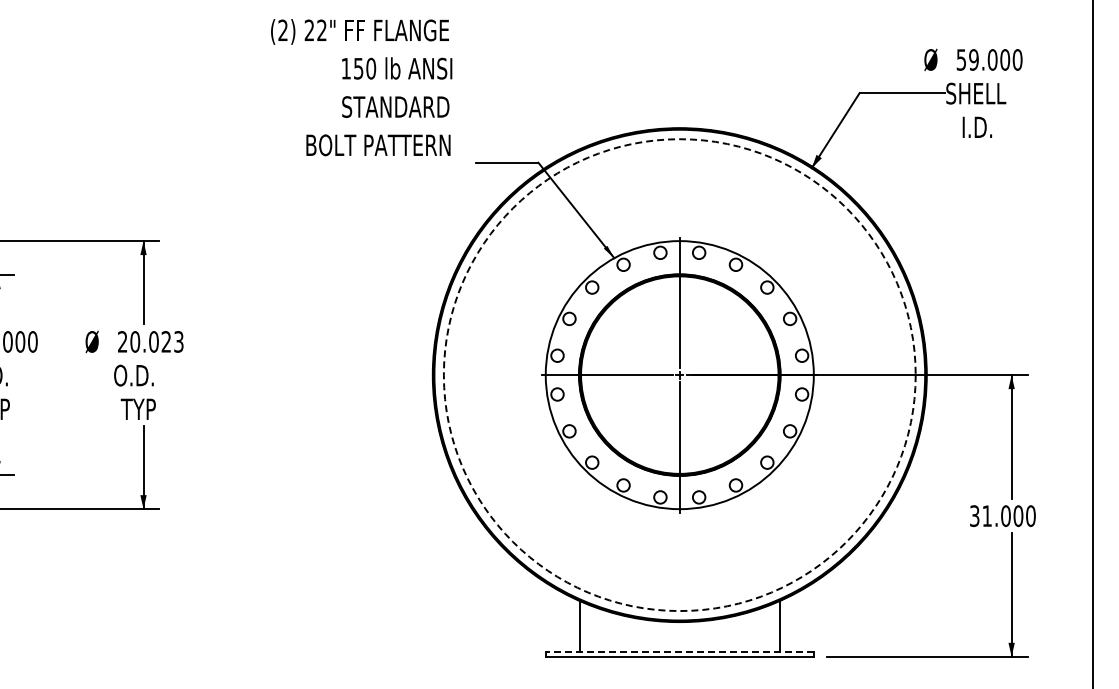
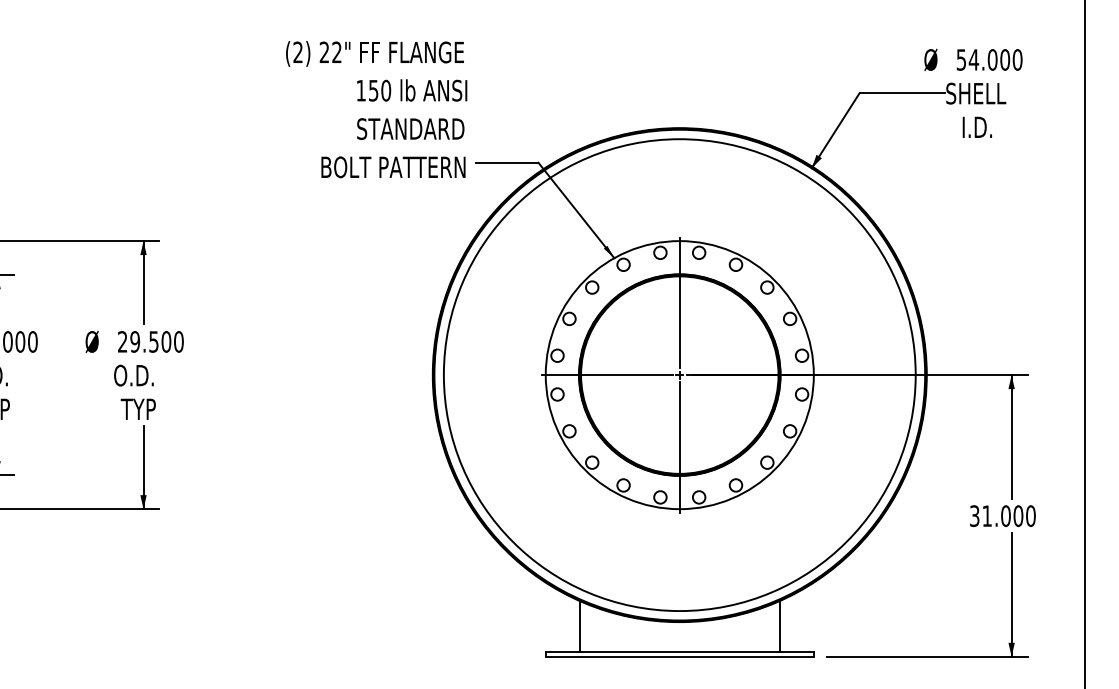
text at (973, 59): 59.000 -> 54.000
text at (361, 87) position: (361, 87) -> (376, 109)
text at (156, 341): 20.023 -> 29.500
line at (1093, 343) position: (1093, 343) -> (1085, 343)
circle at (679, 375): dashed -> solid
line at (679, 652): dashed -> solid
